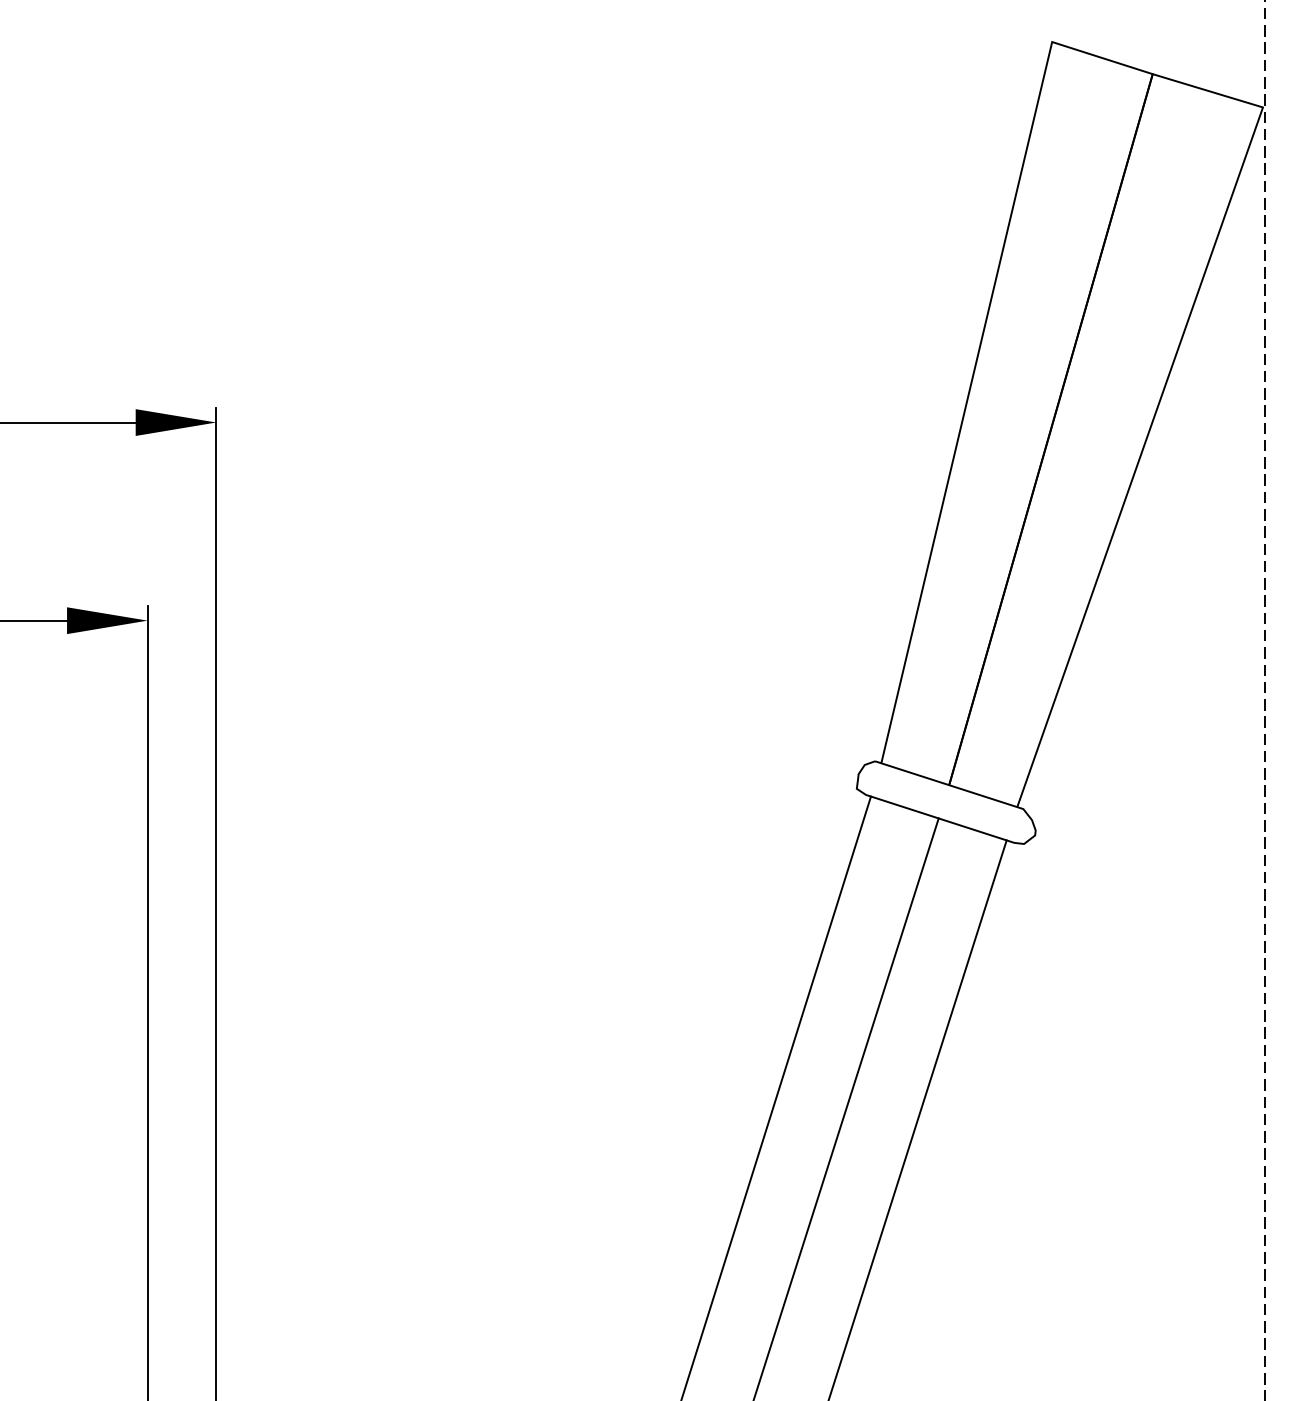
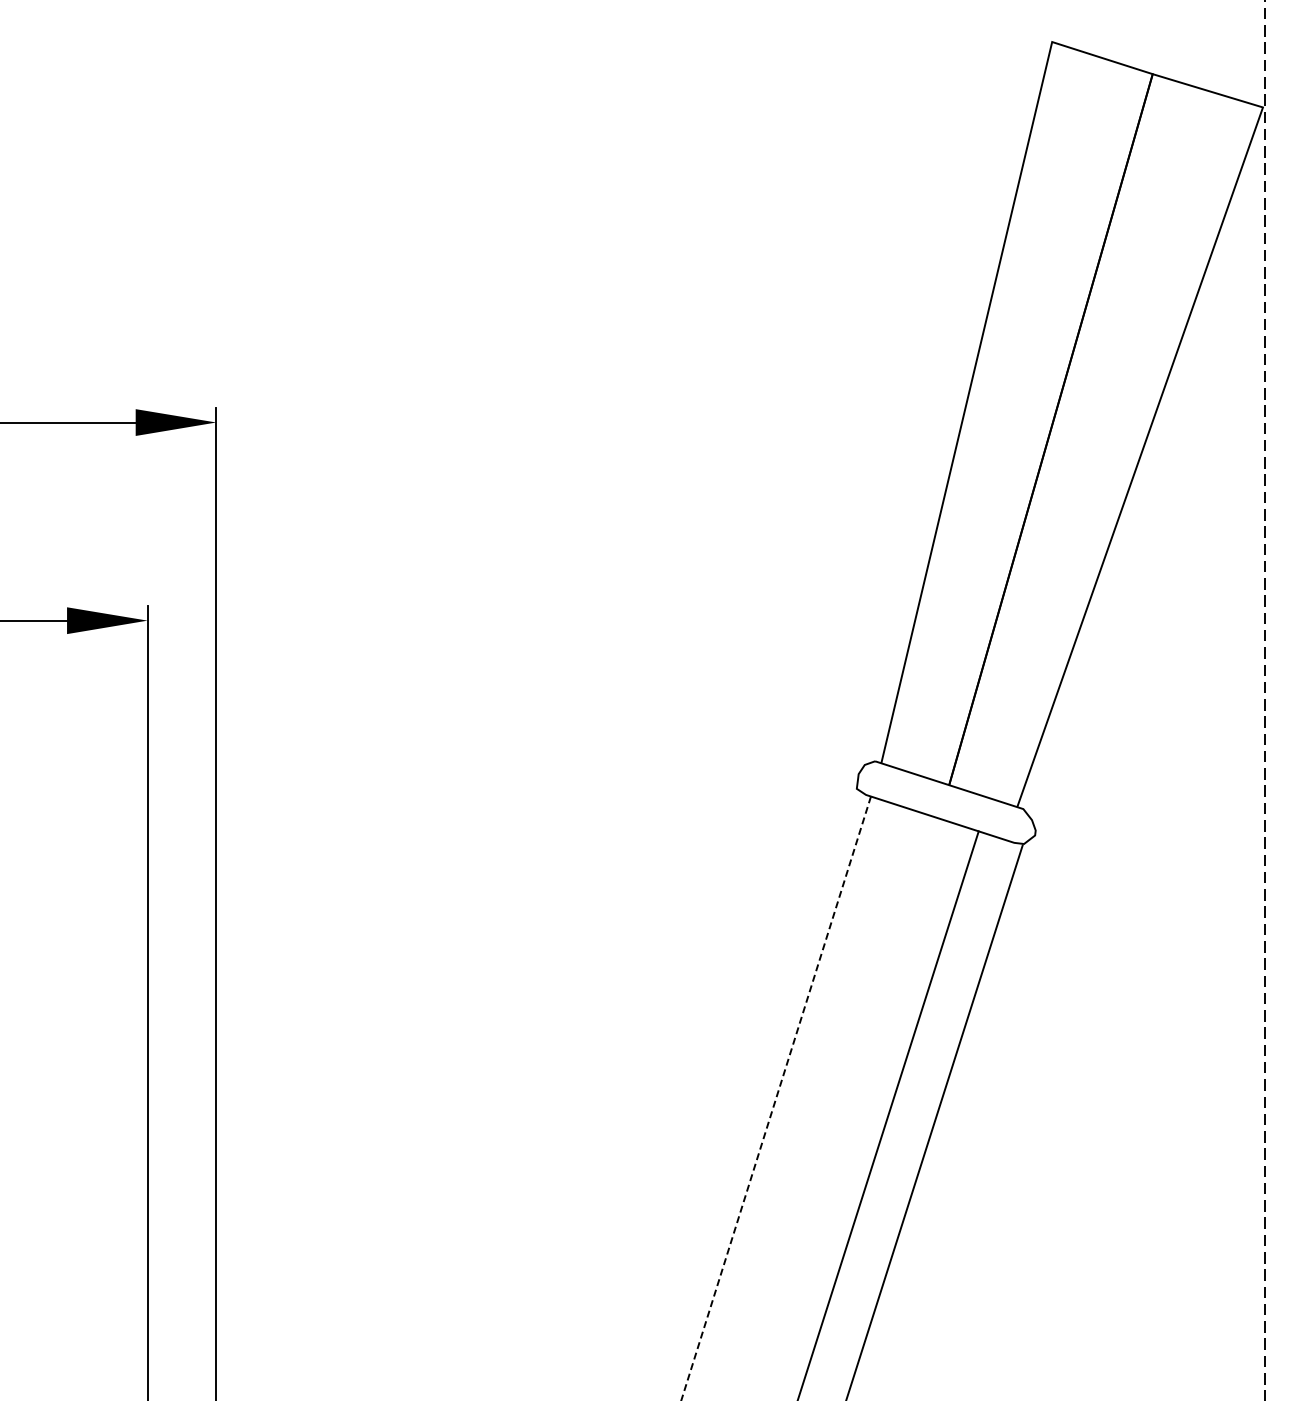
line at (776, 1098): solid -> dashed
line at (846, 1107) position: (846, 1107) -> (888, 1114)
line at (917, 1118) position: (917, 1118) -> (934, 1121)
